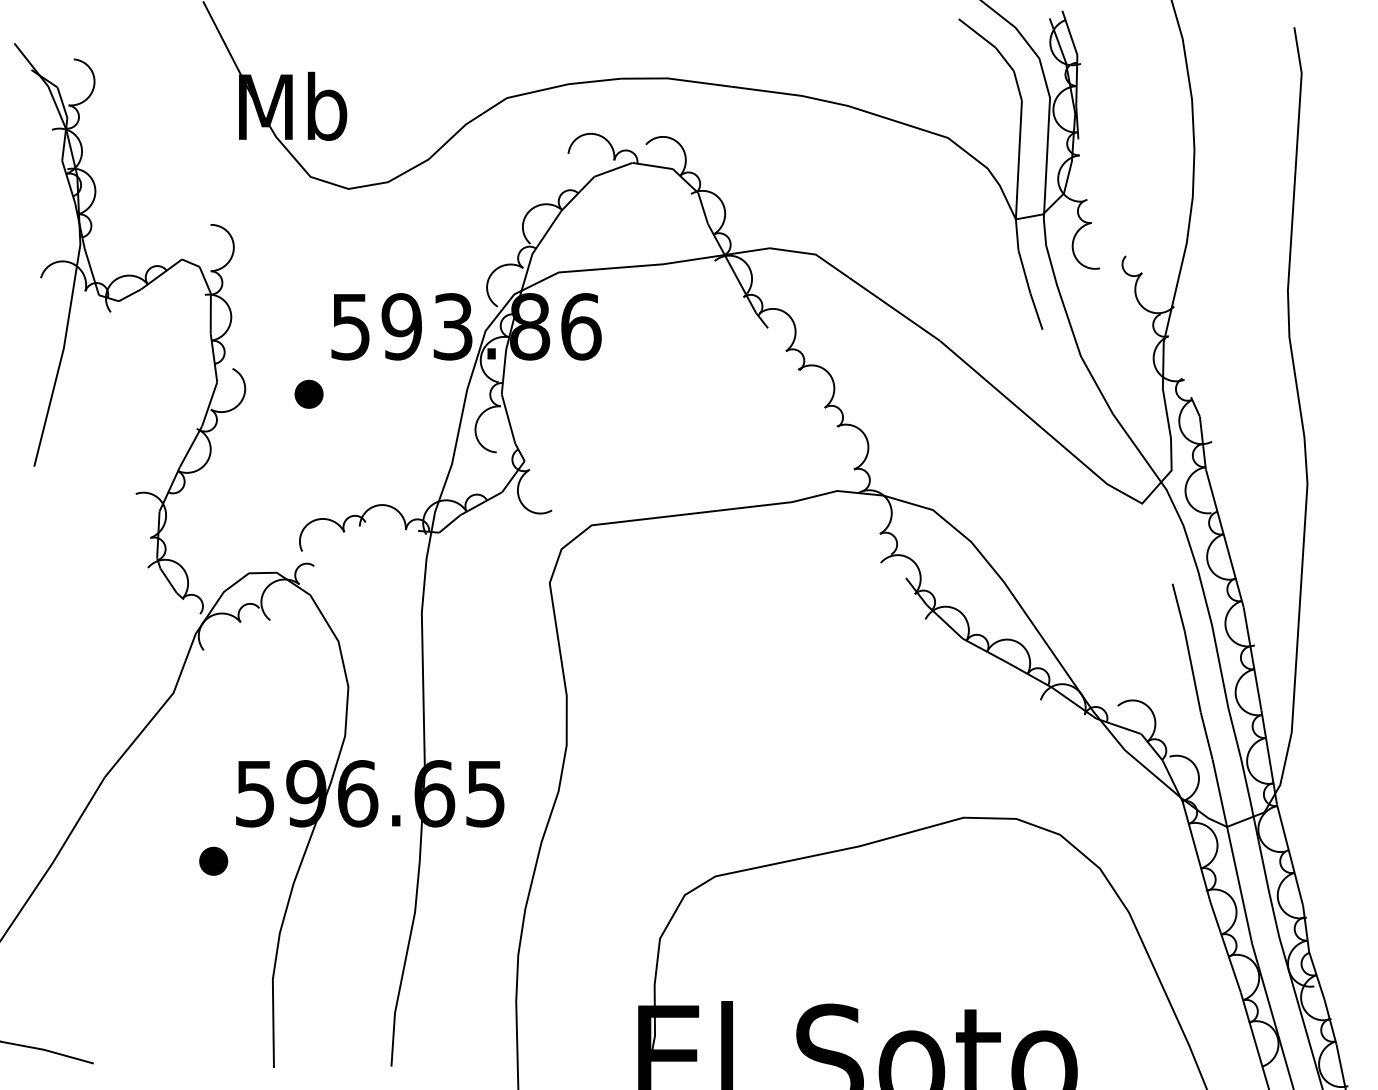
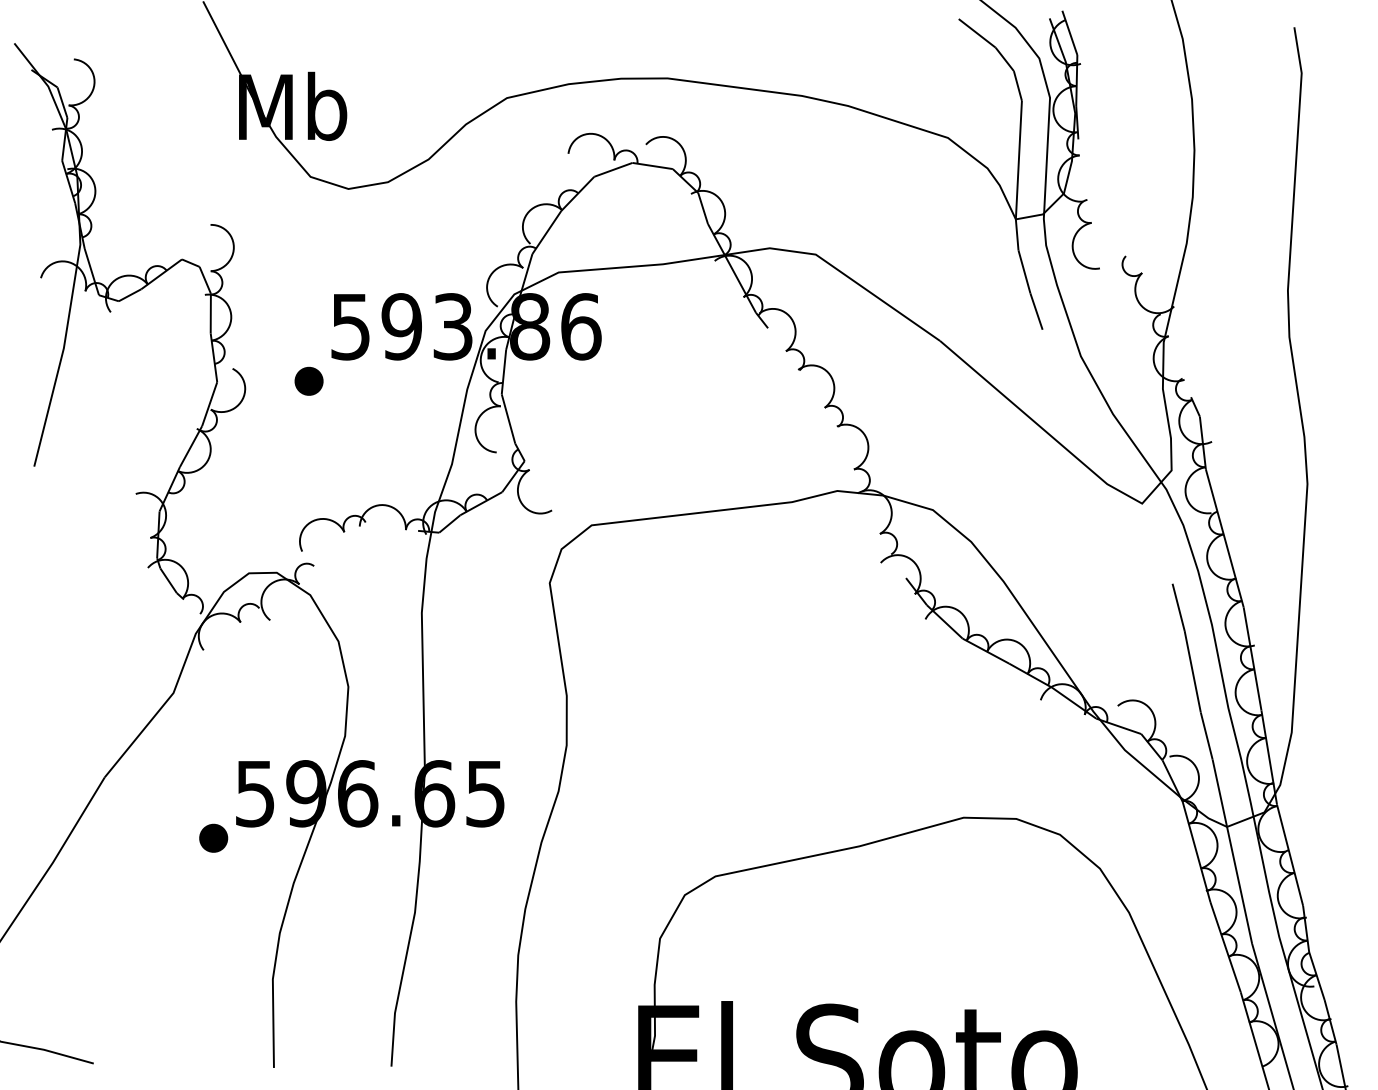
part at (308, 393) position: (308, 393) -> (308, 380)
part at (213, 860) position: (213, 860) -> (213, 837)
